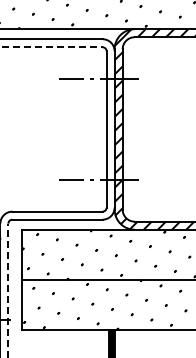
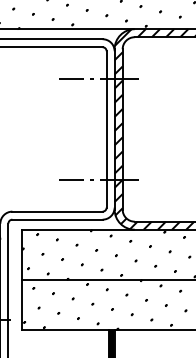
line at (51, 47): dashed -> solid
line at (8, 290): dashed -> solid
